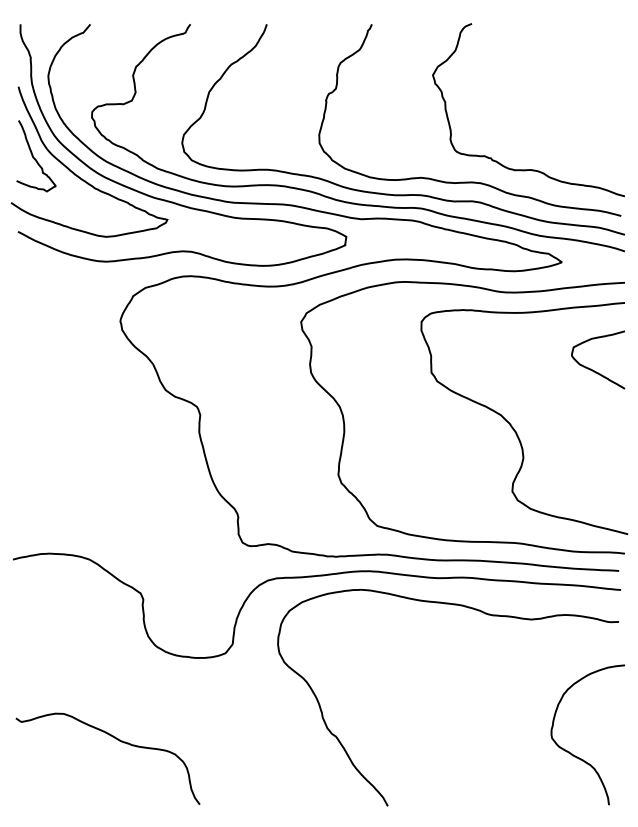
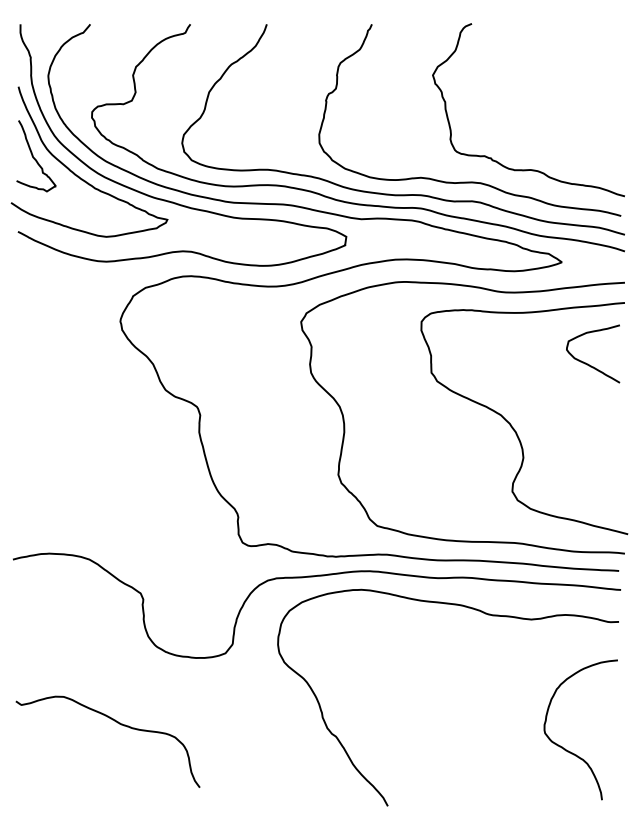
curve at (593, 369) position: (593, 369) -> (588, 363)
curve at (117, 740) position: (117, 740) -> (117, 723)
curve at (577, 756) position: (577, 756) -> (570, 751)
